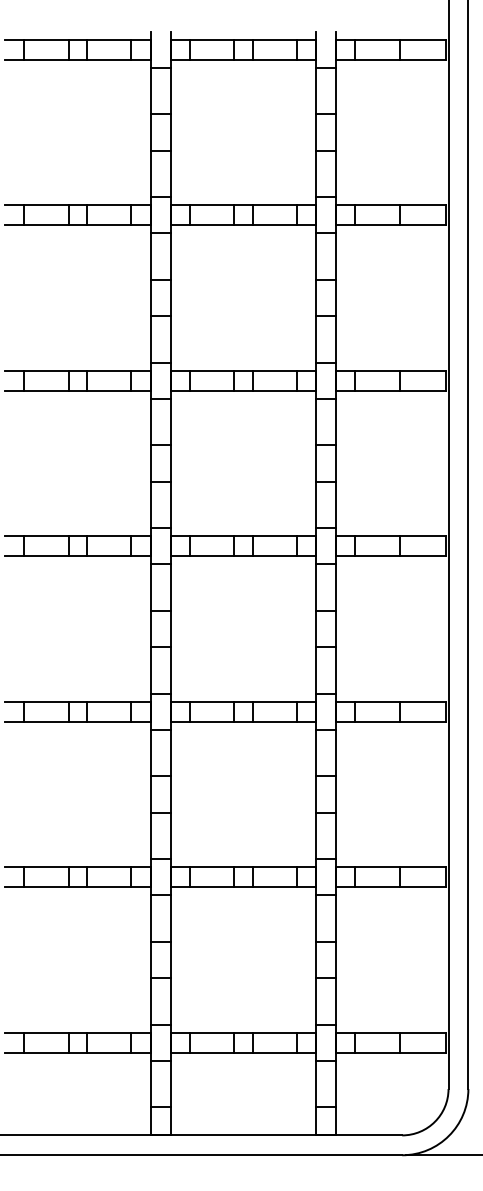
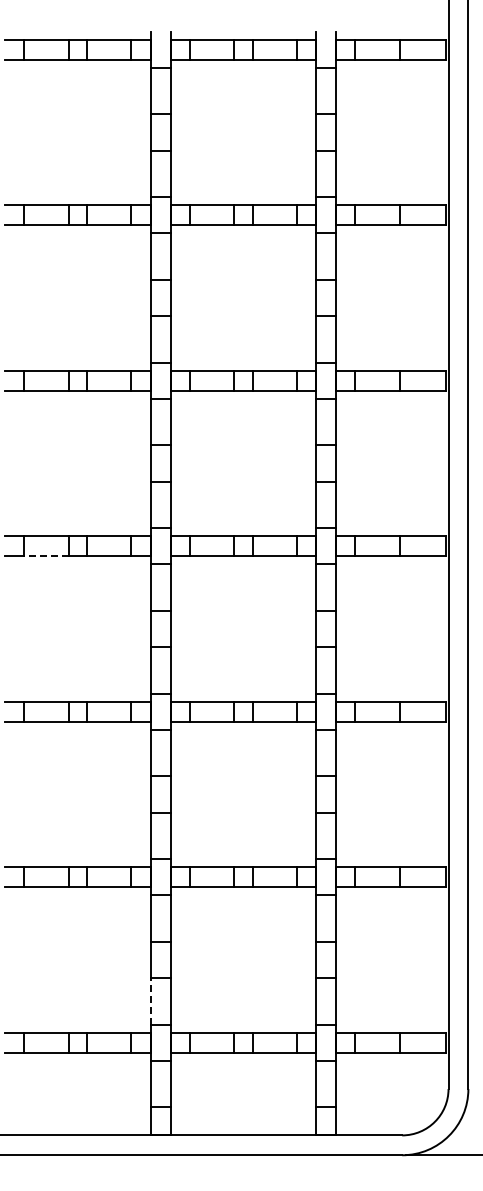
line at (45, 556): solid -> dashed
line at (150, 1000): solid -> dashed
